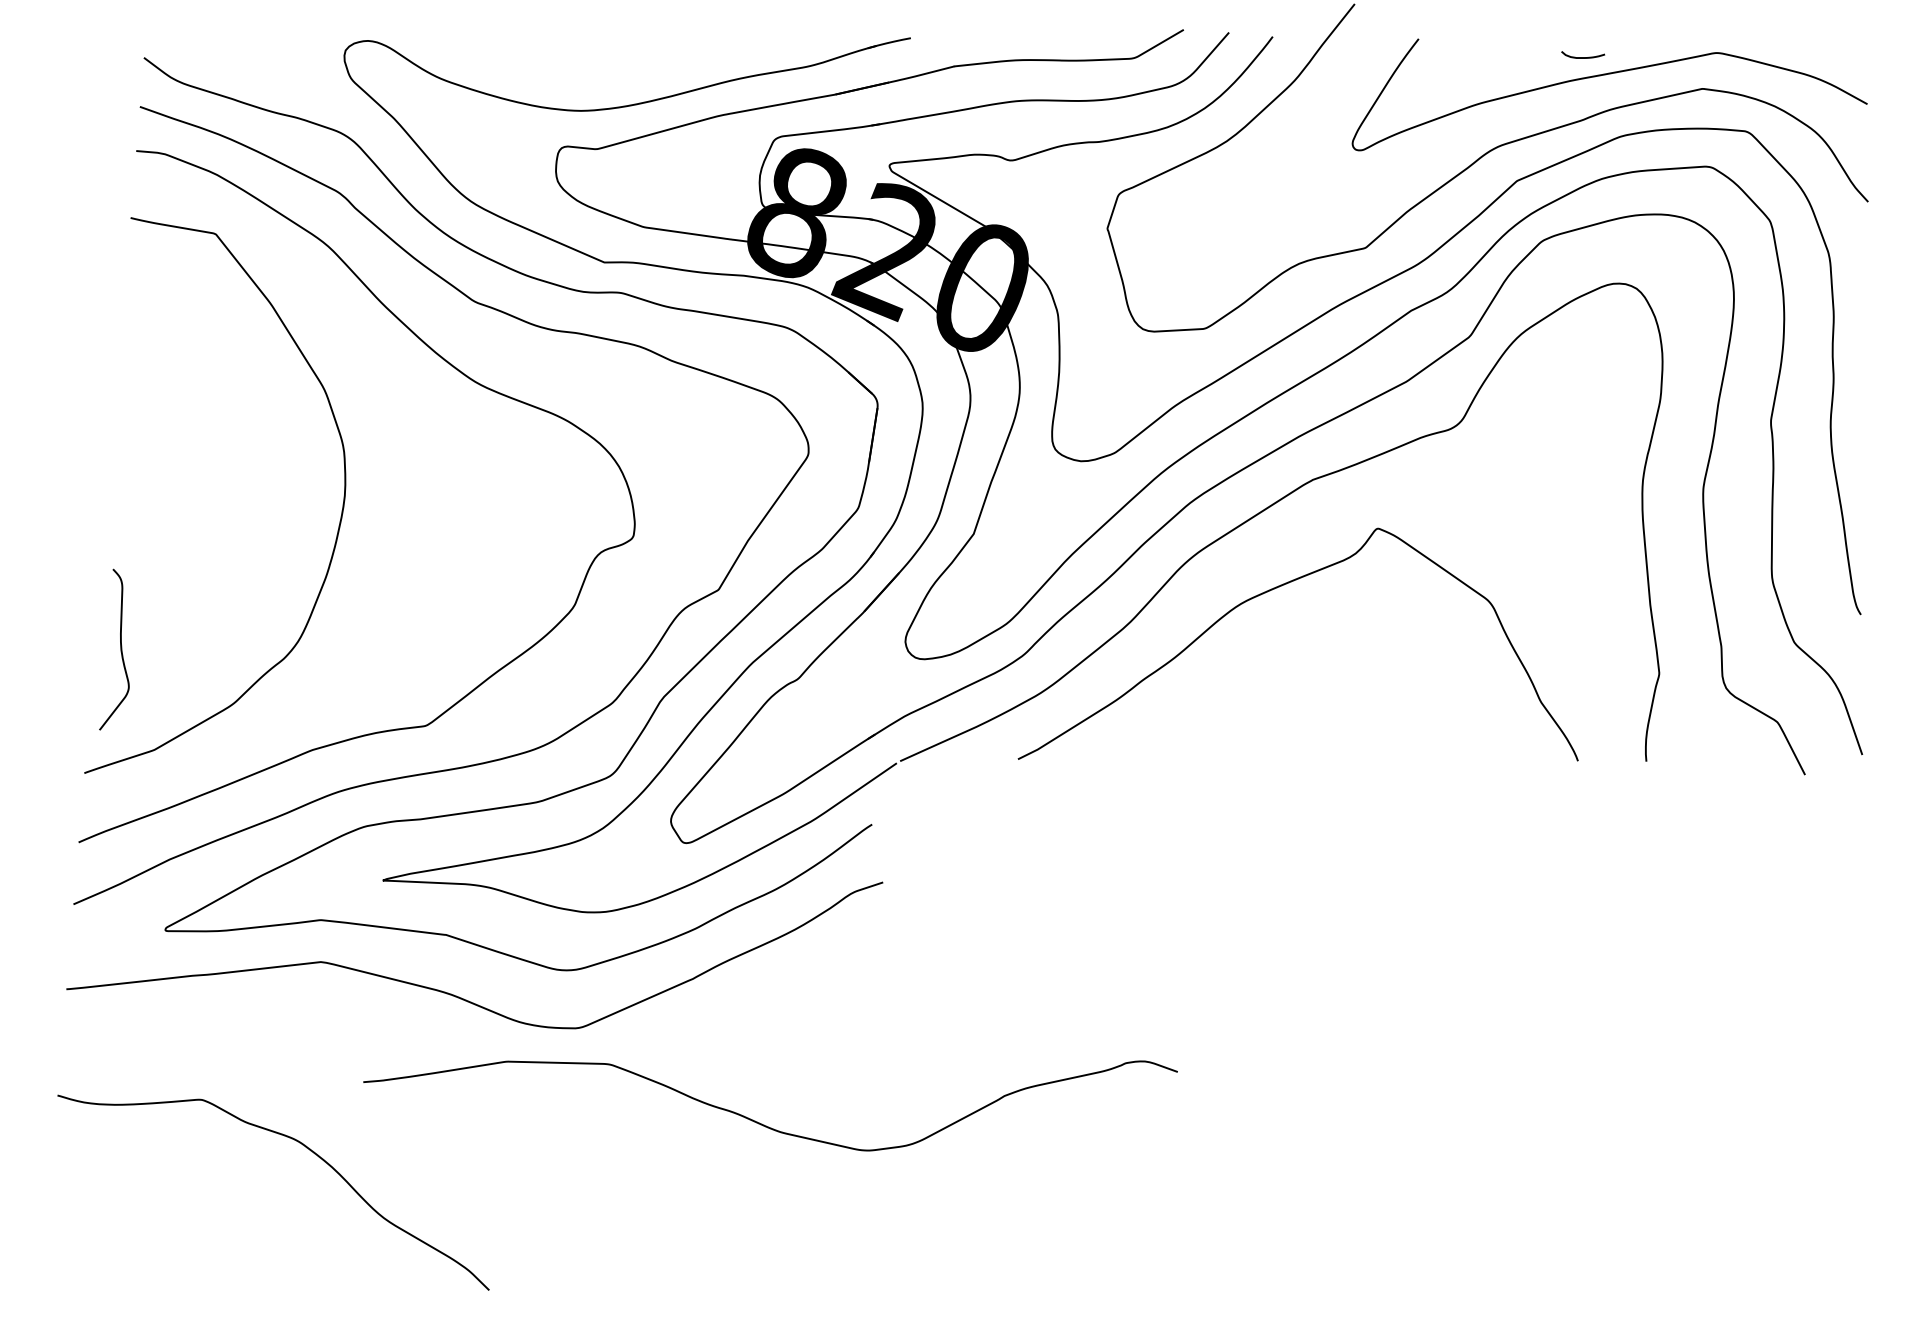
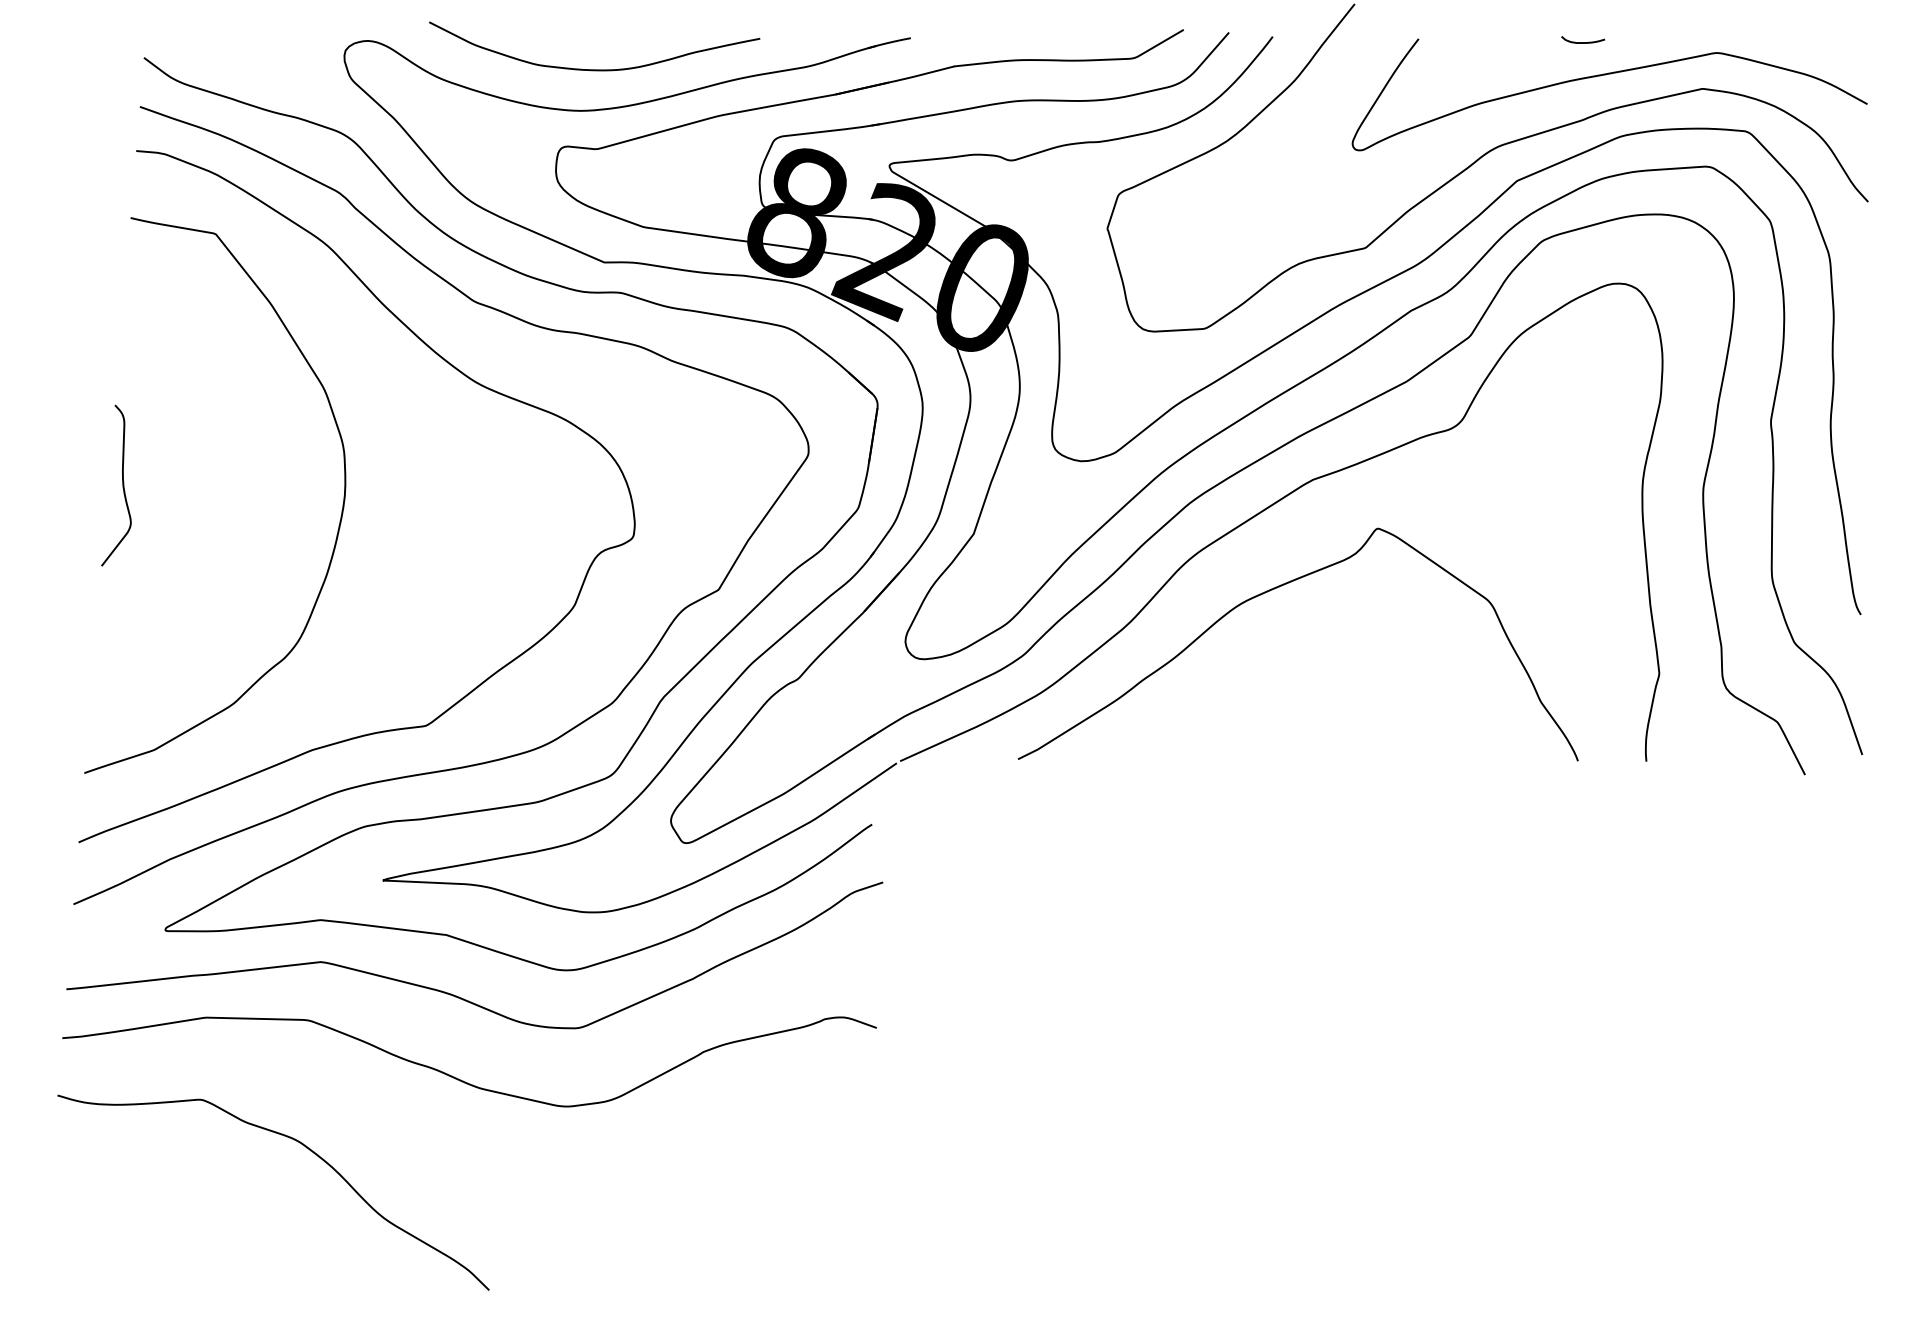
curve at (1583, 57) position: (1583, 57) -> (1583, 42)
curve at (594, 69): none -> present
curve at (120, 649) position: (120, 649) -> (122, 485)
curve at (764, 1124) position: (764, 1124) -> (463, 1080)
